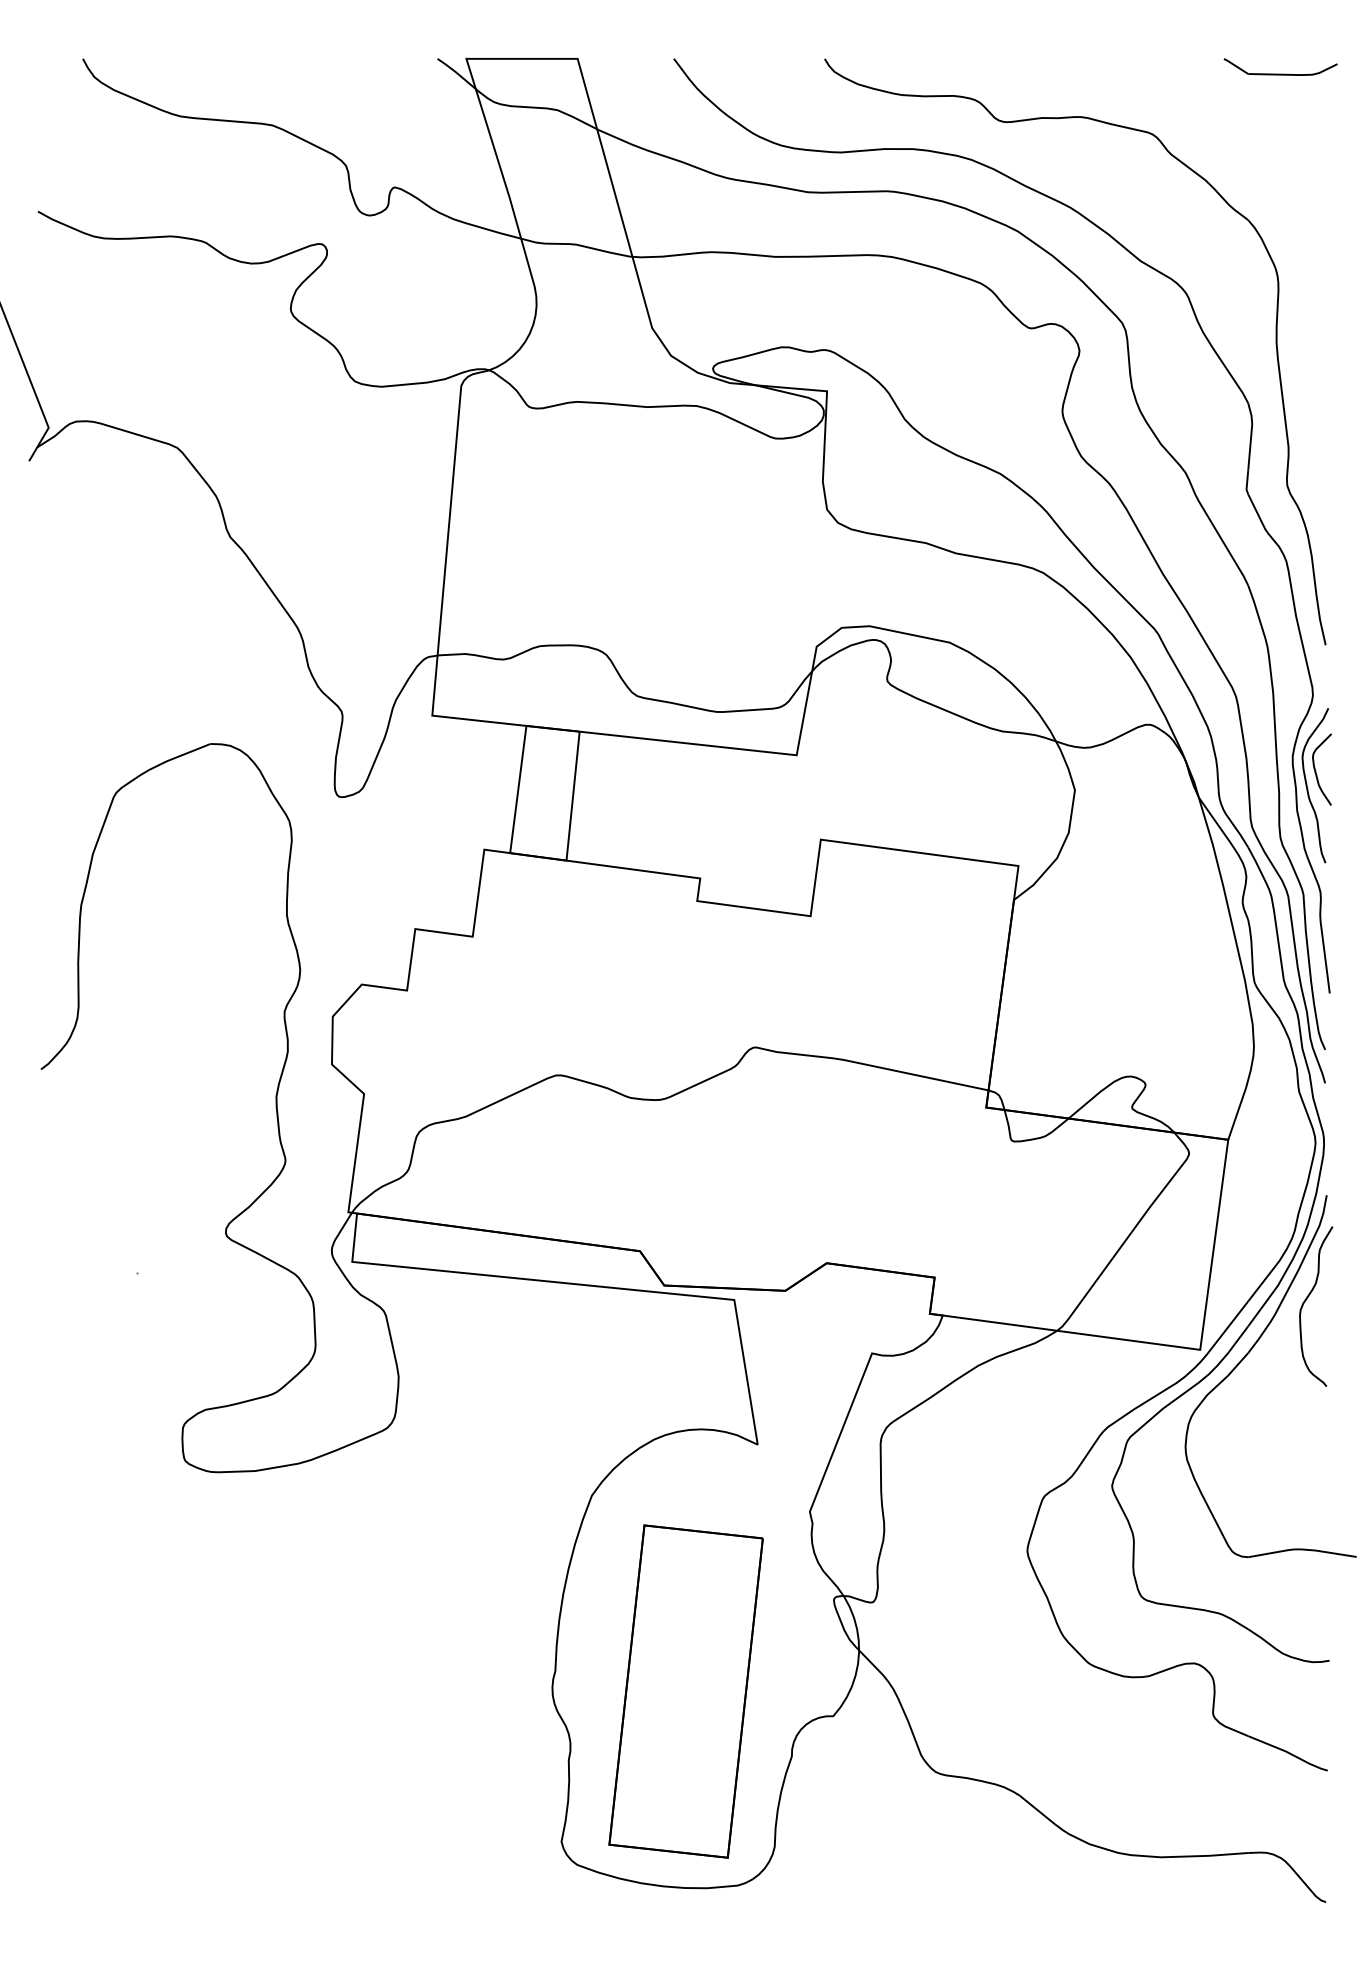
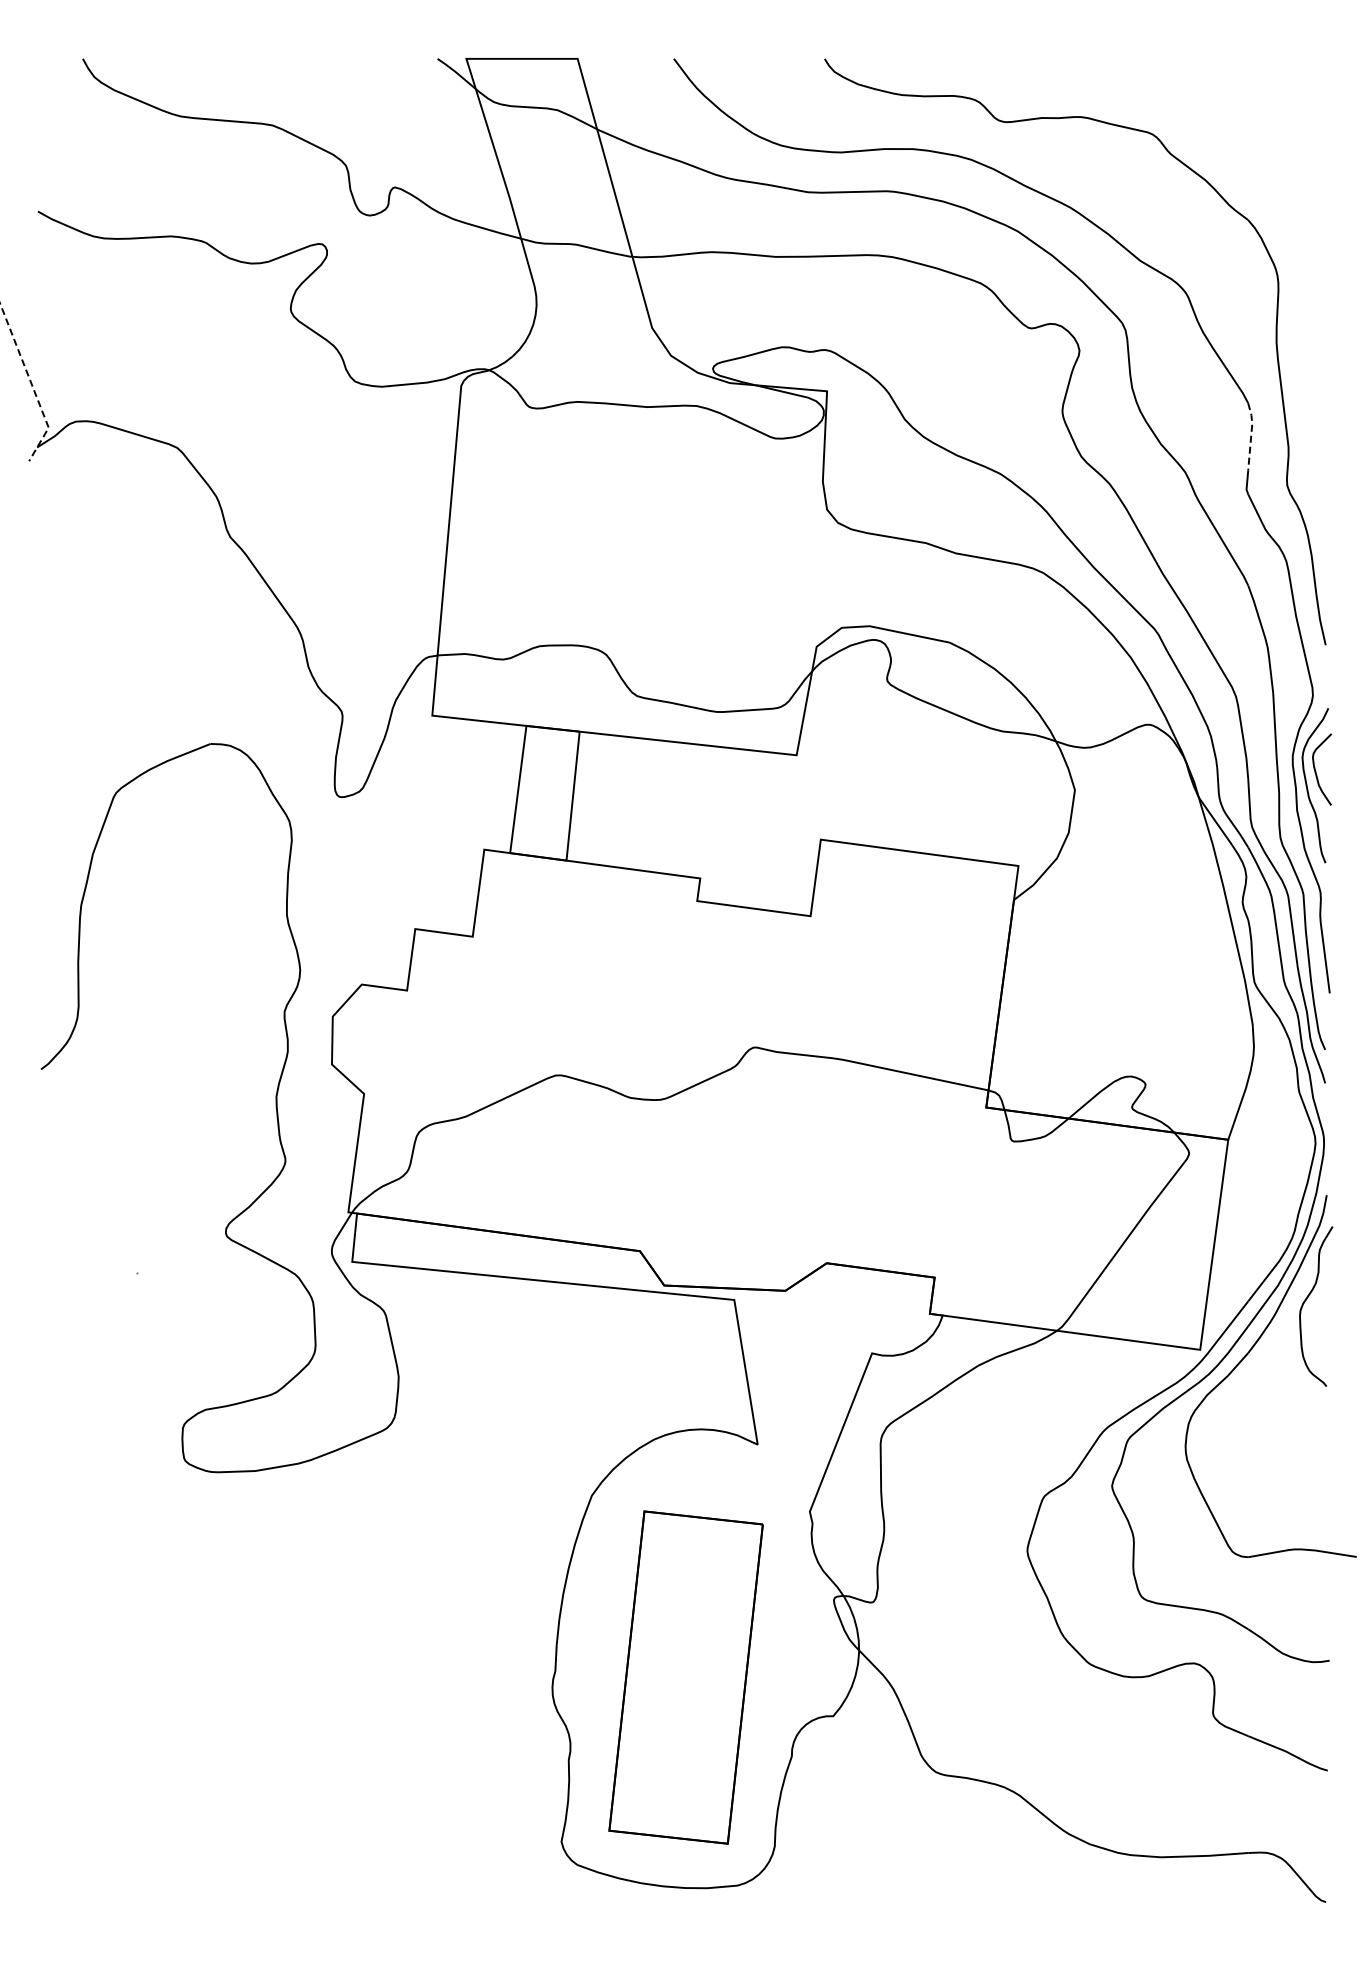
part at (1280, 73): present -> none
line at (31, 384): solid -> dashed
line at (1251, 436): solid -> dashed
part at (685, 1691) position: (685, 1691) -> (685, 1677)
